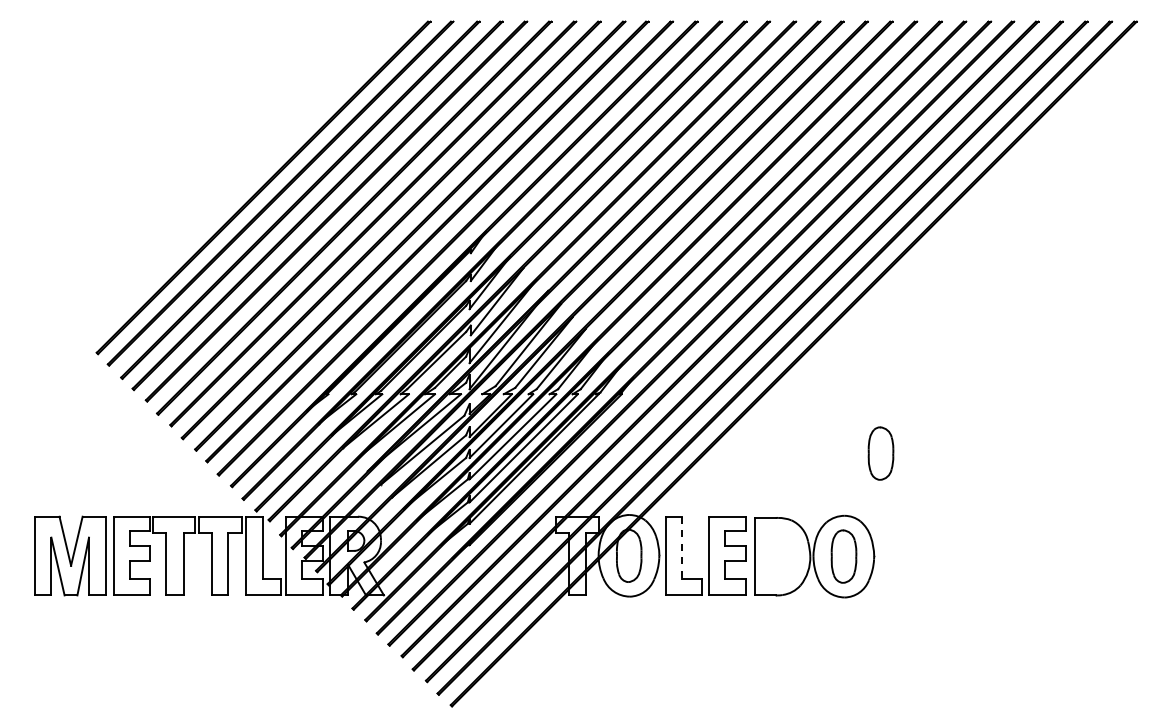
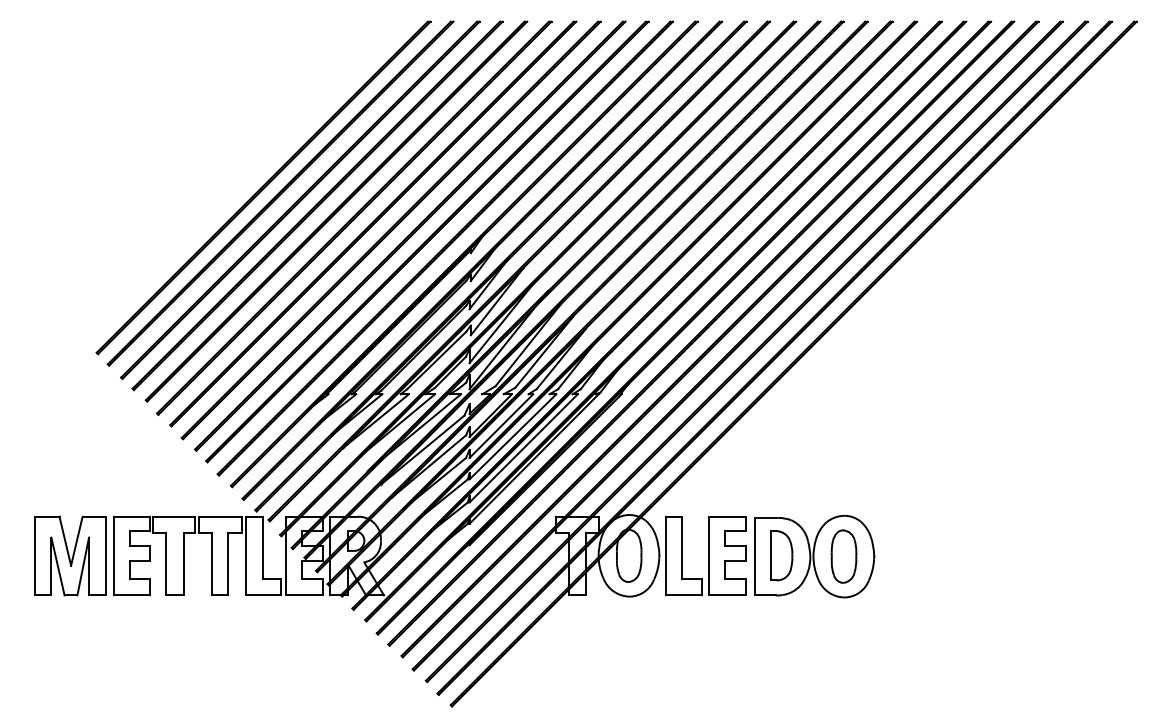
part at (880, 453): present -> none
line at (682, 547): dashed -> solid
part at (781, 555): none -> present
